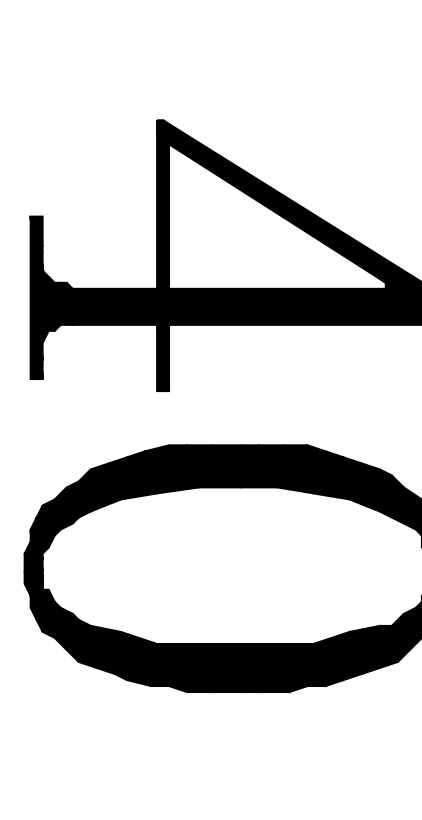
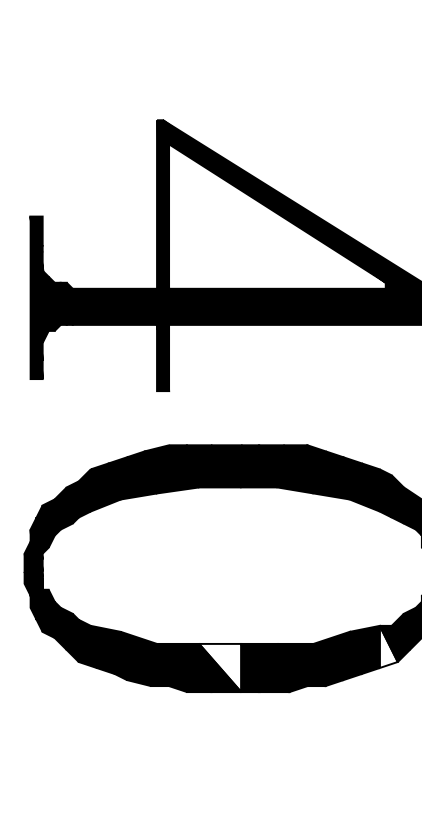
fill at (388, 646): present -> none
fill at (220, 667): present -> none
